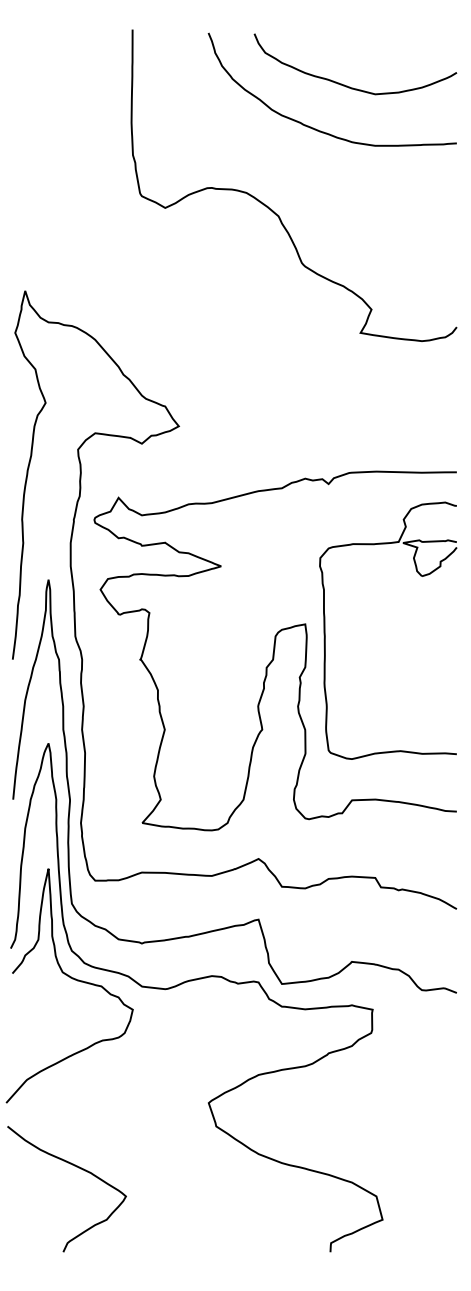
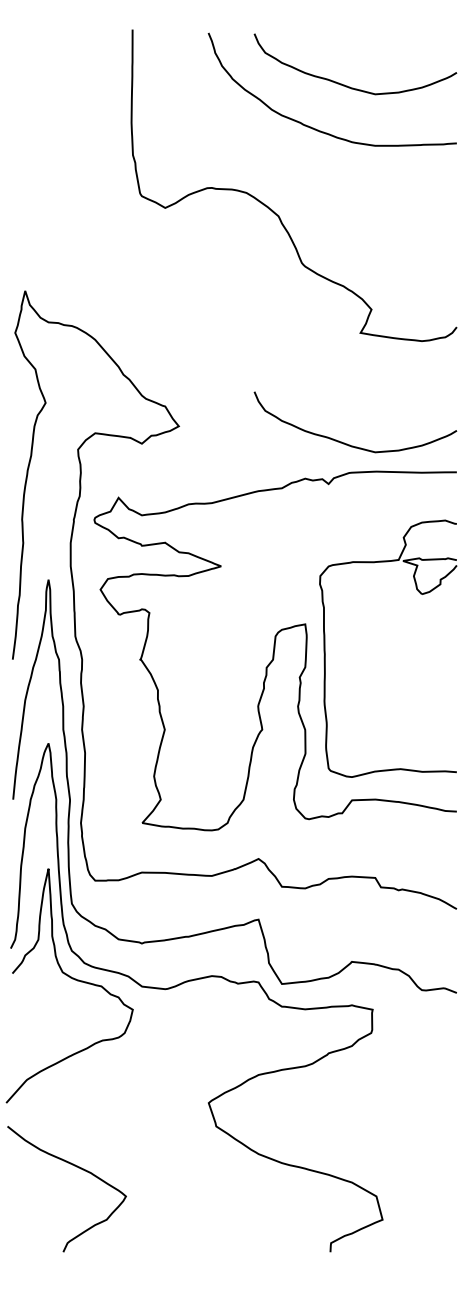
curve at (347, 443): none -> present
part at (420, 576) position: (420, 576) -> (420, 594)
